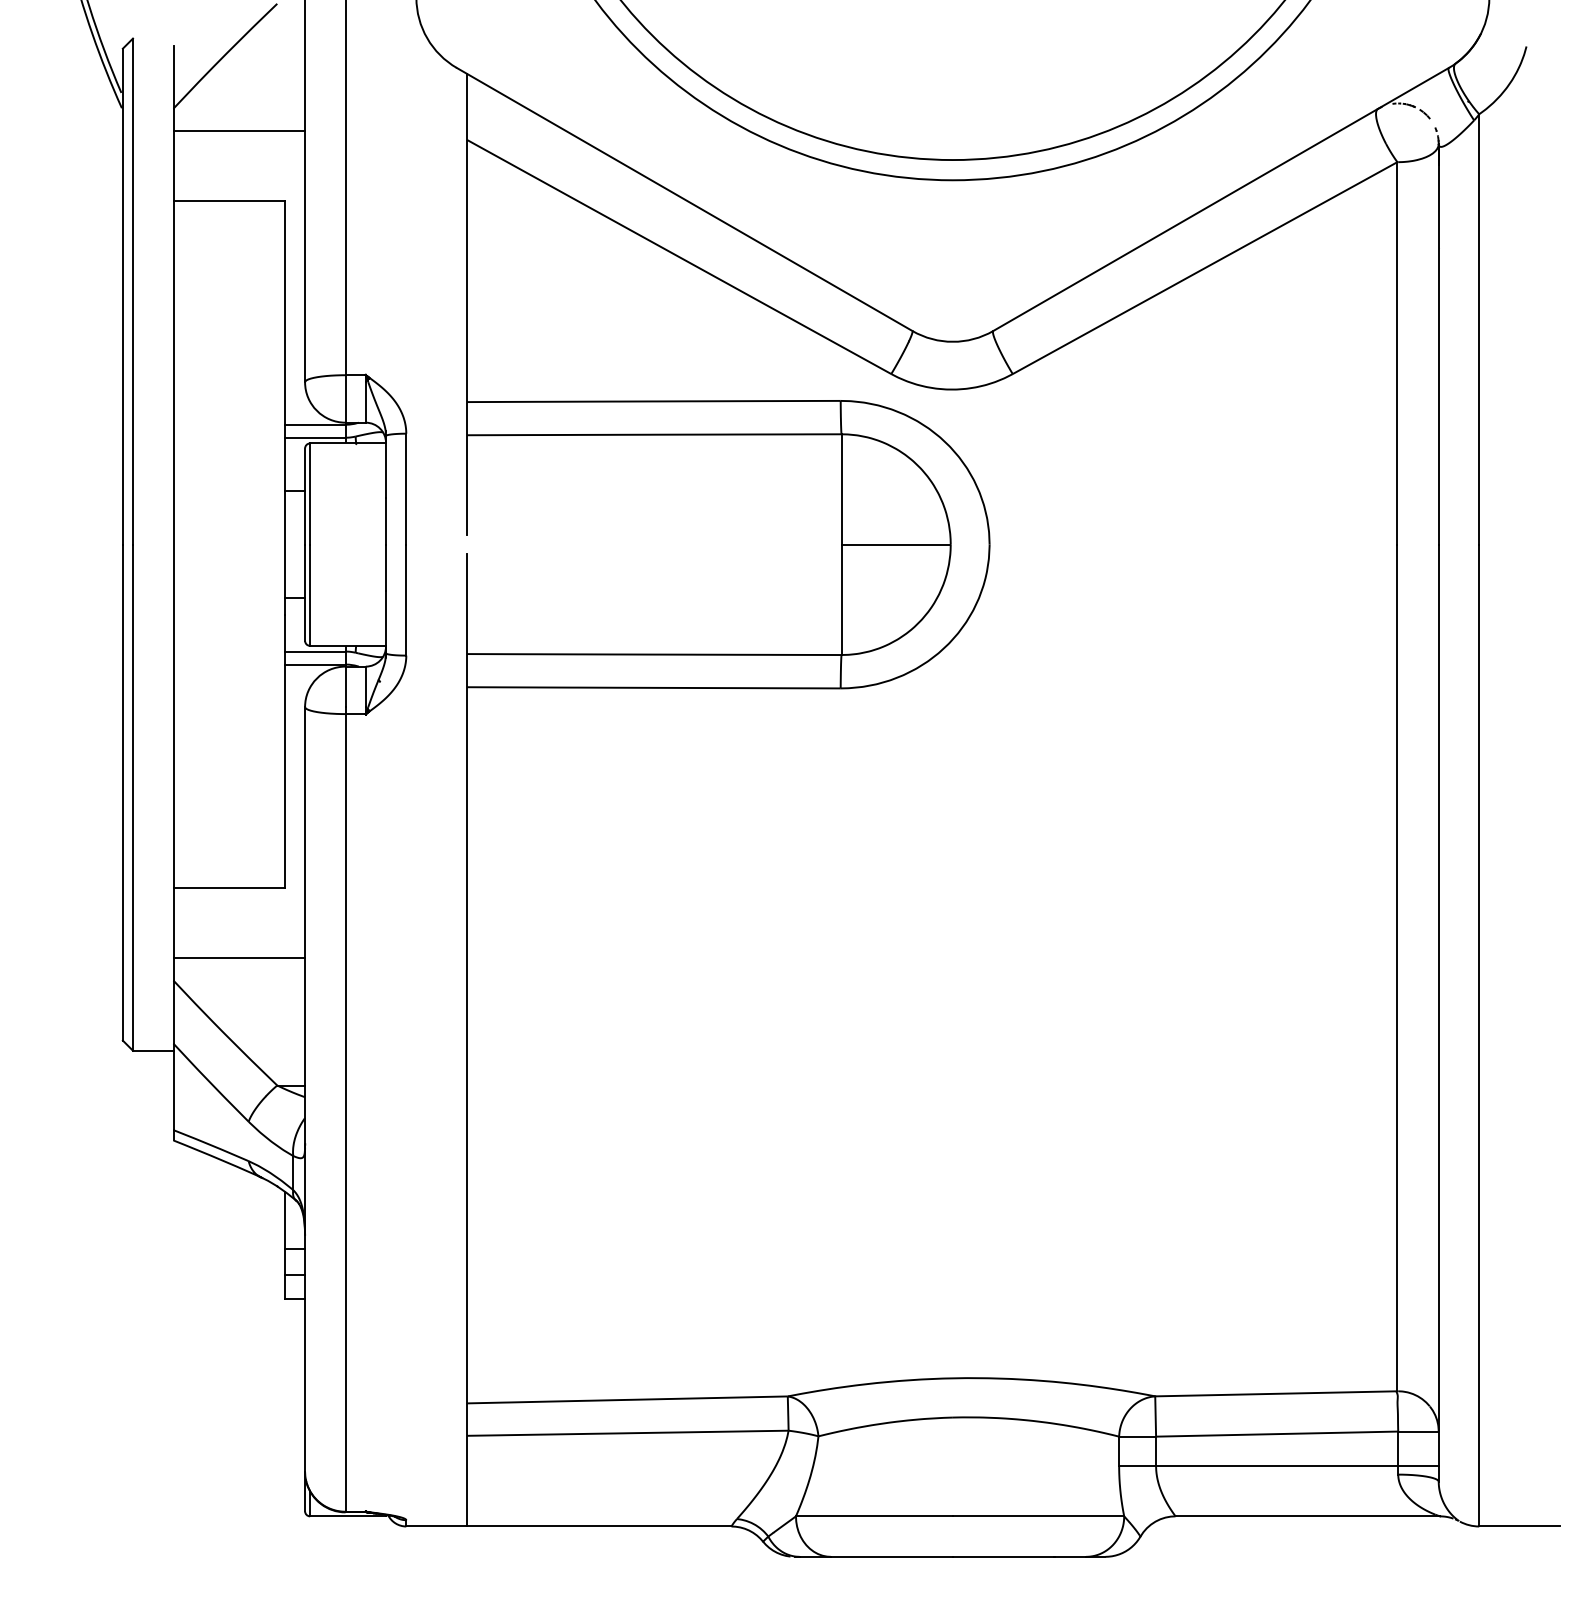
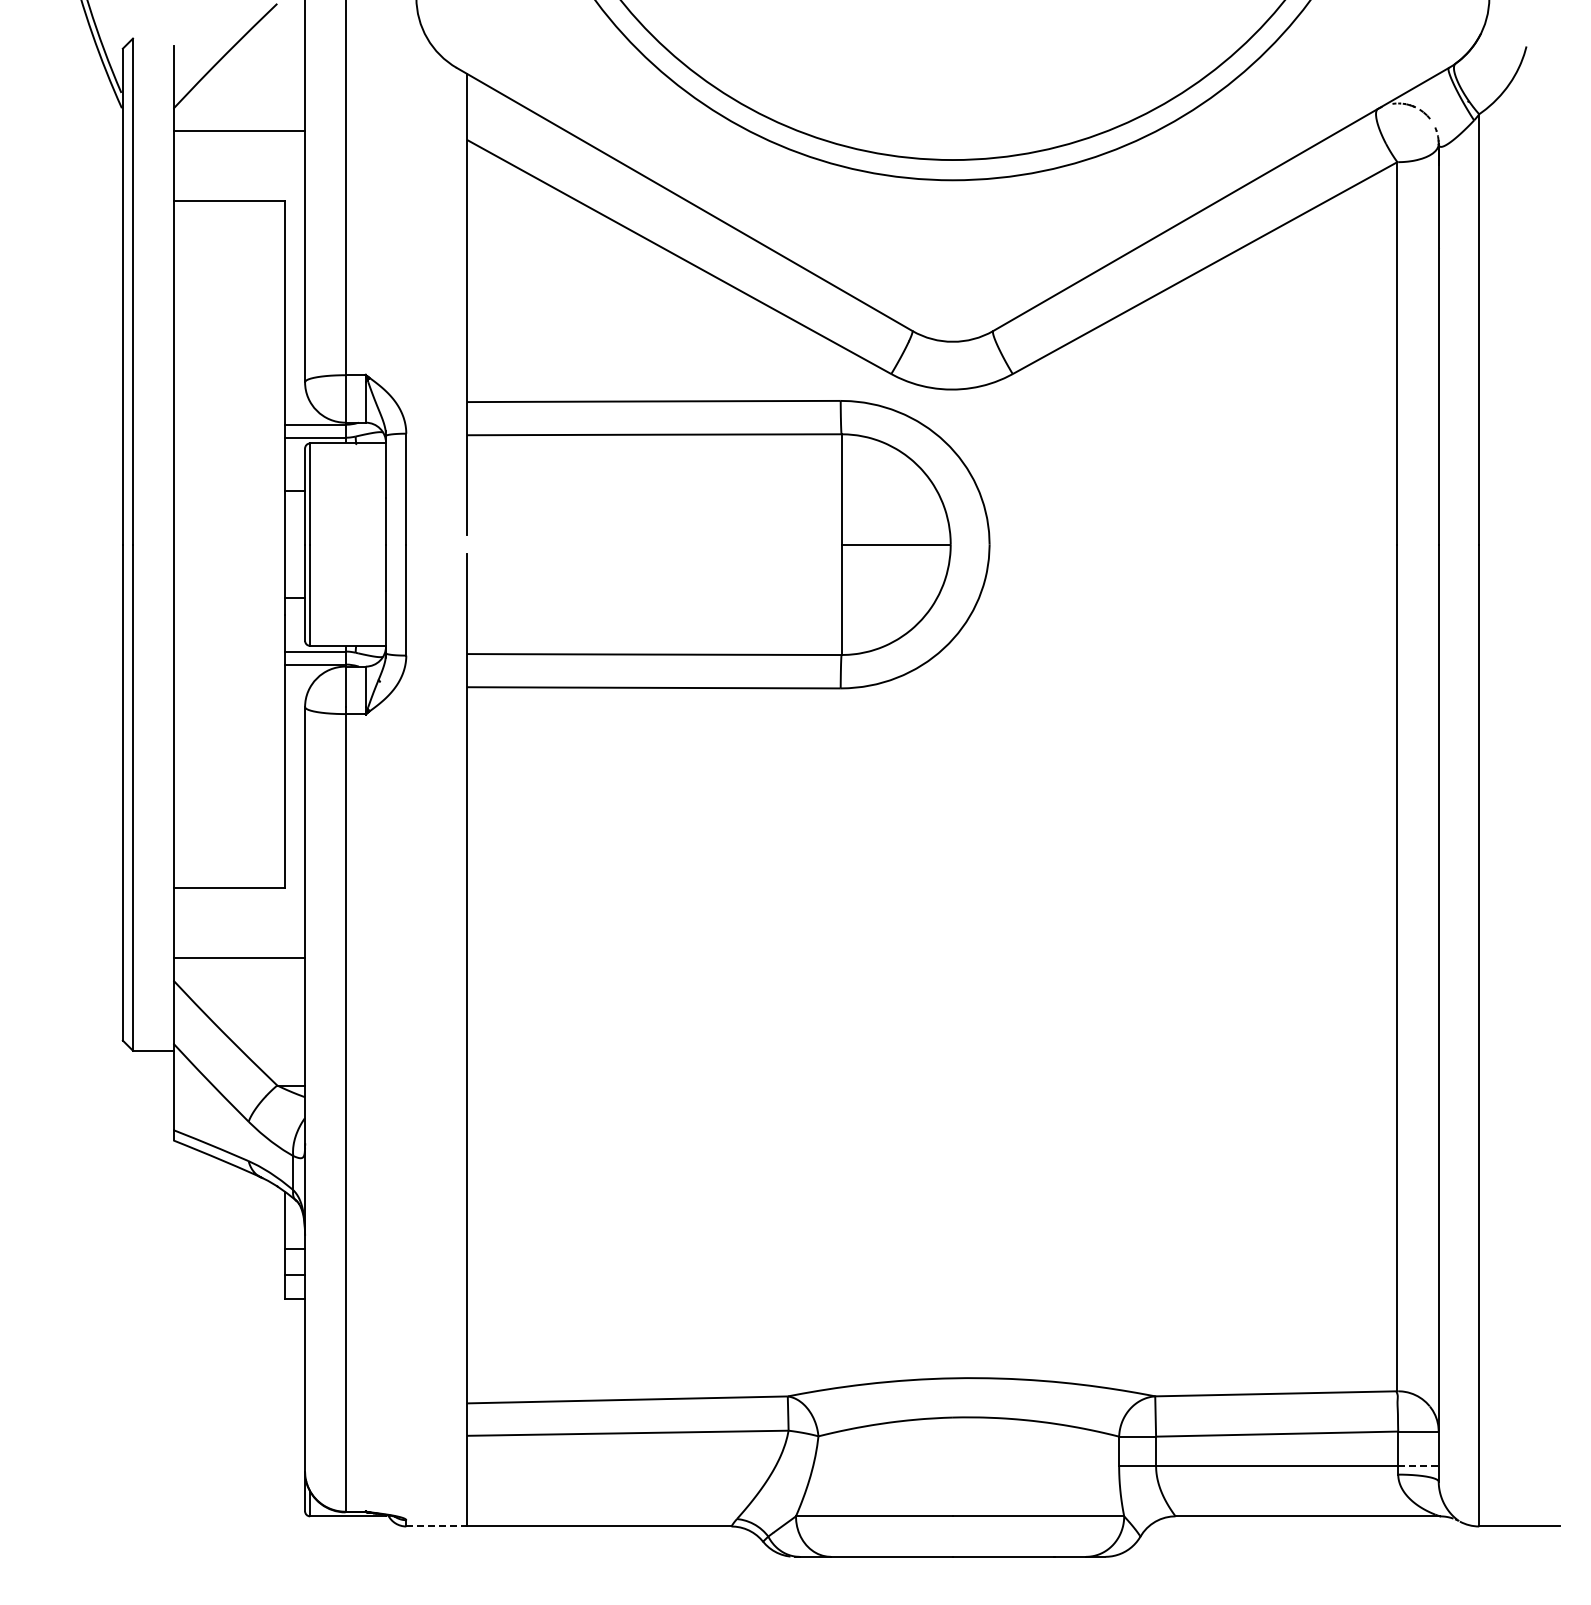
line at (1418, 1465): solid -> dashed
line at (437, 1526): solid -> dashed
